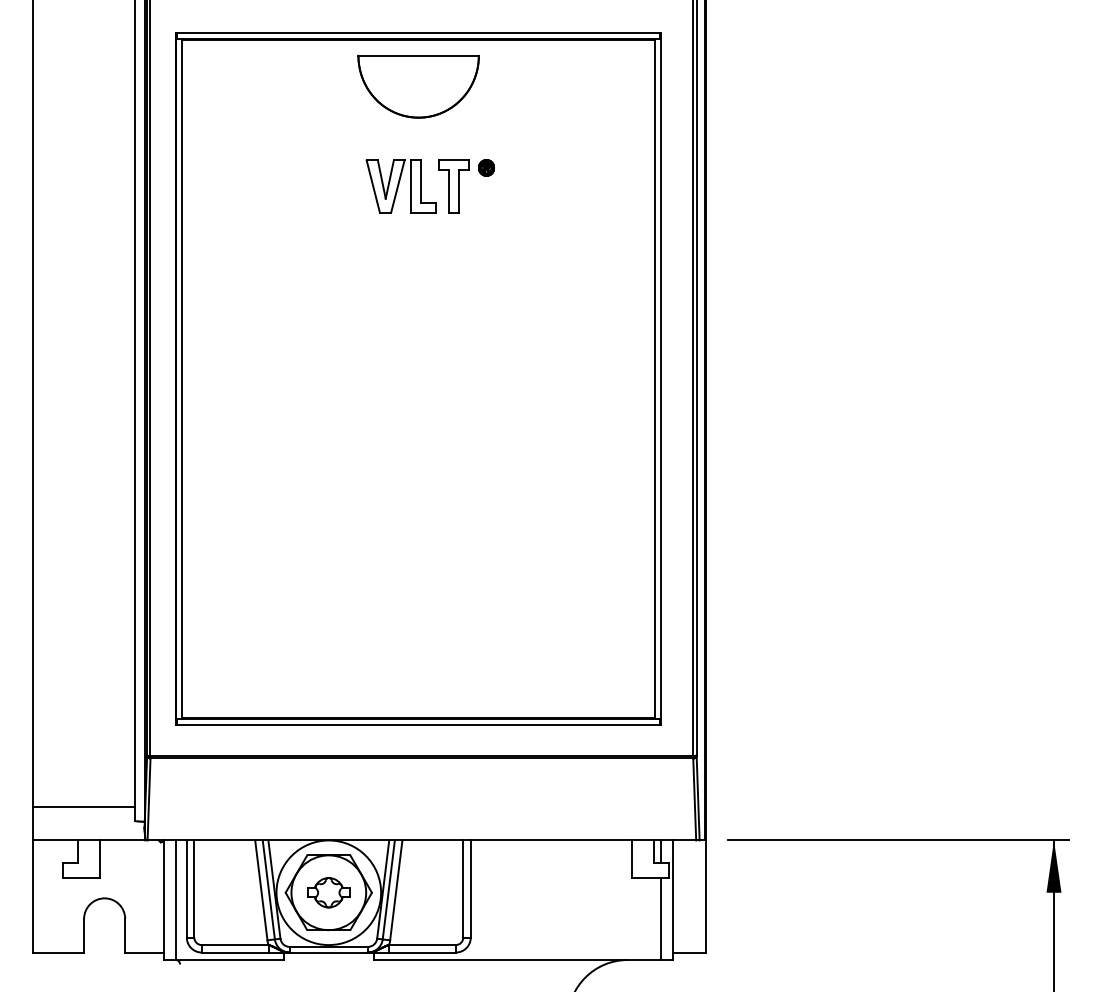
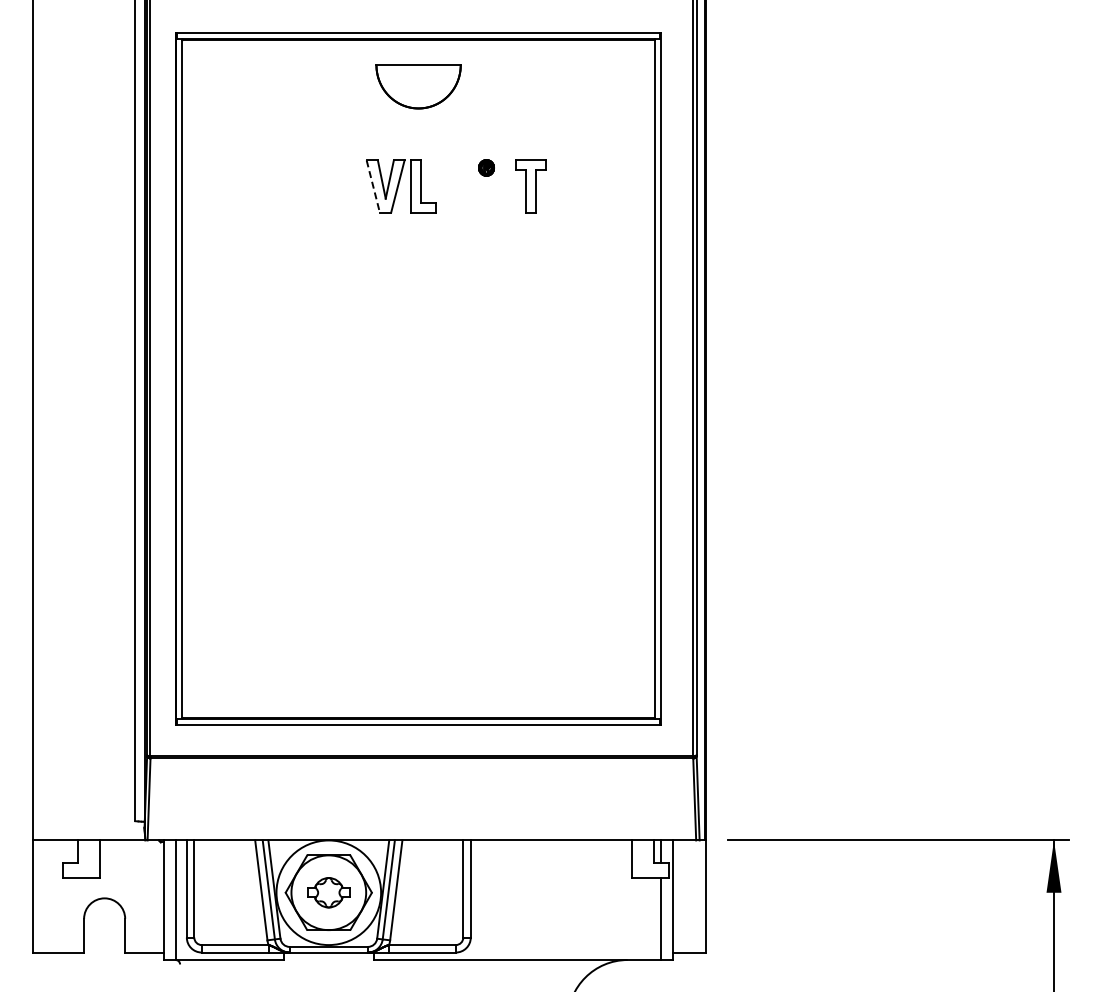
part at (418, 86) size: 123x64 px -> 87x46 px
line at (373, 186): solid -> dashed
part at (453, 186) position: (453, 186) -> (530, 186)
line at (84, 806): present -> none
